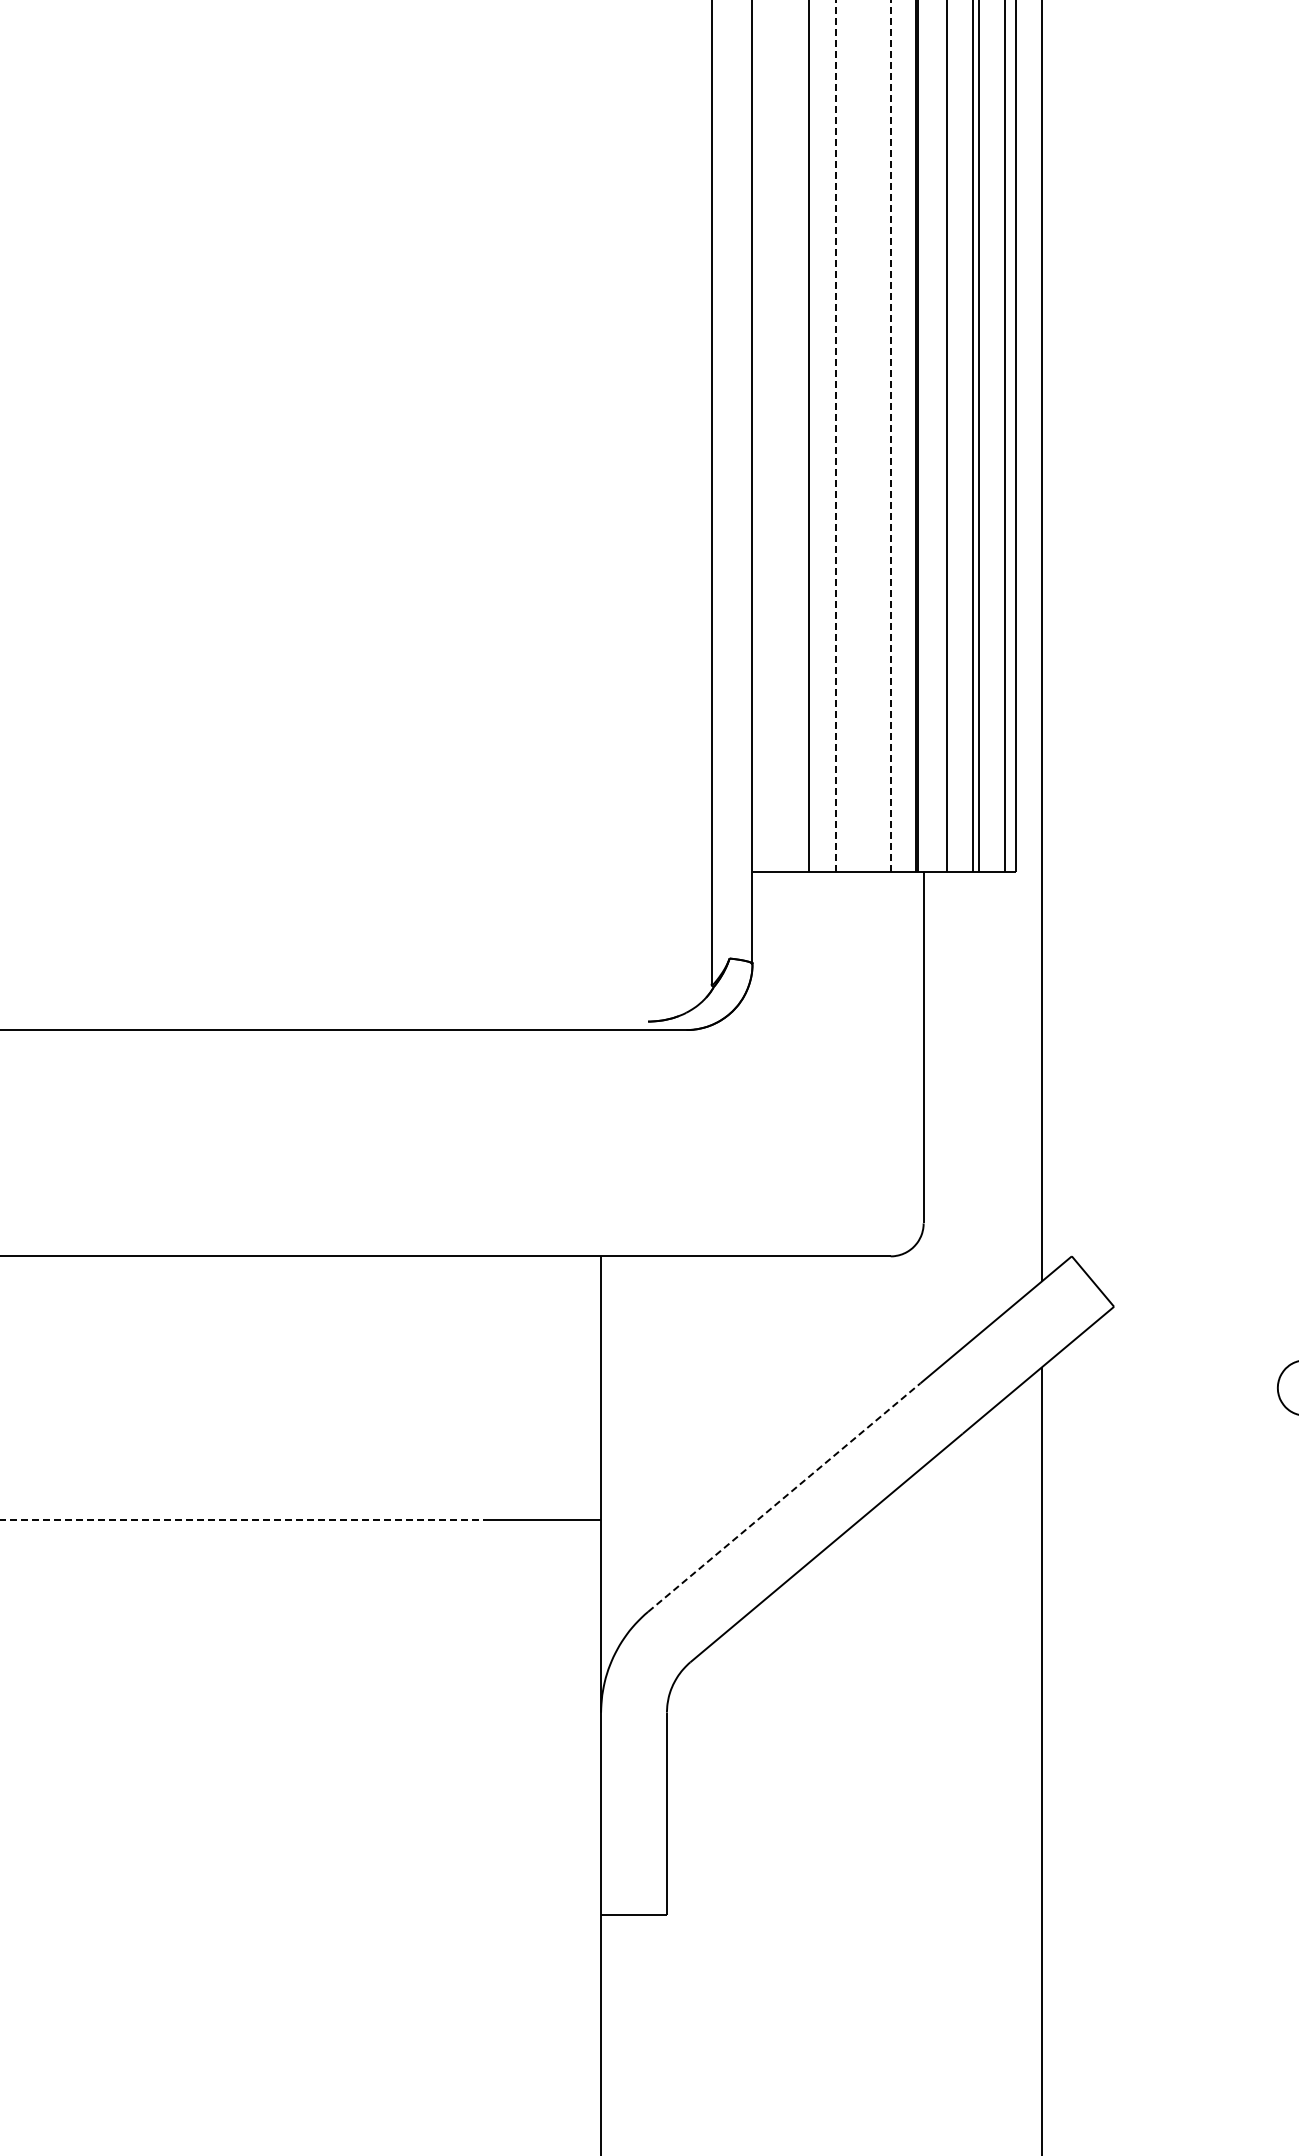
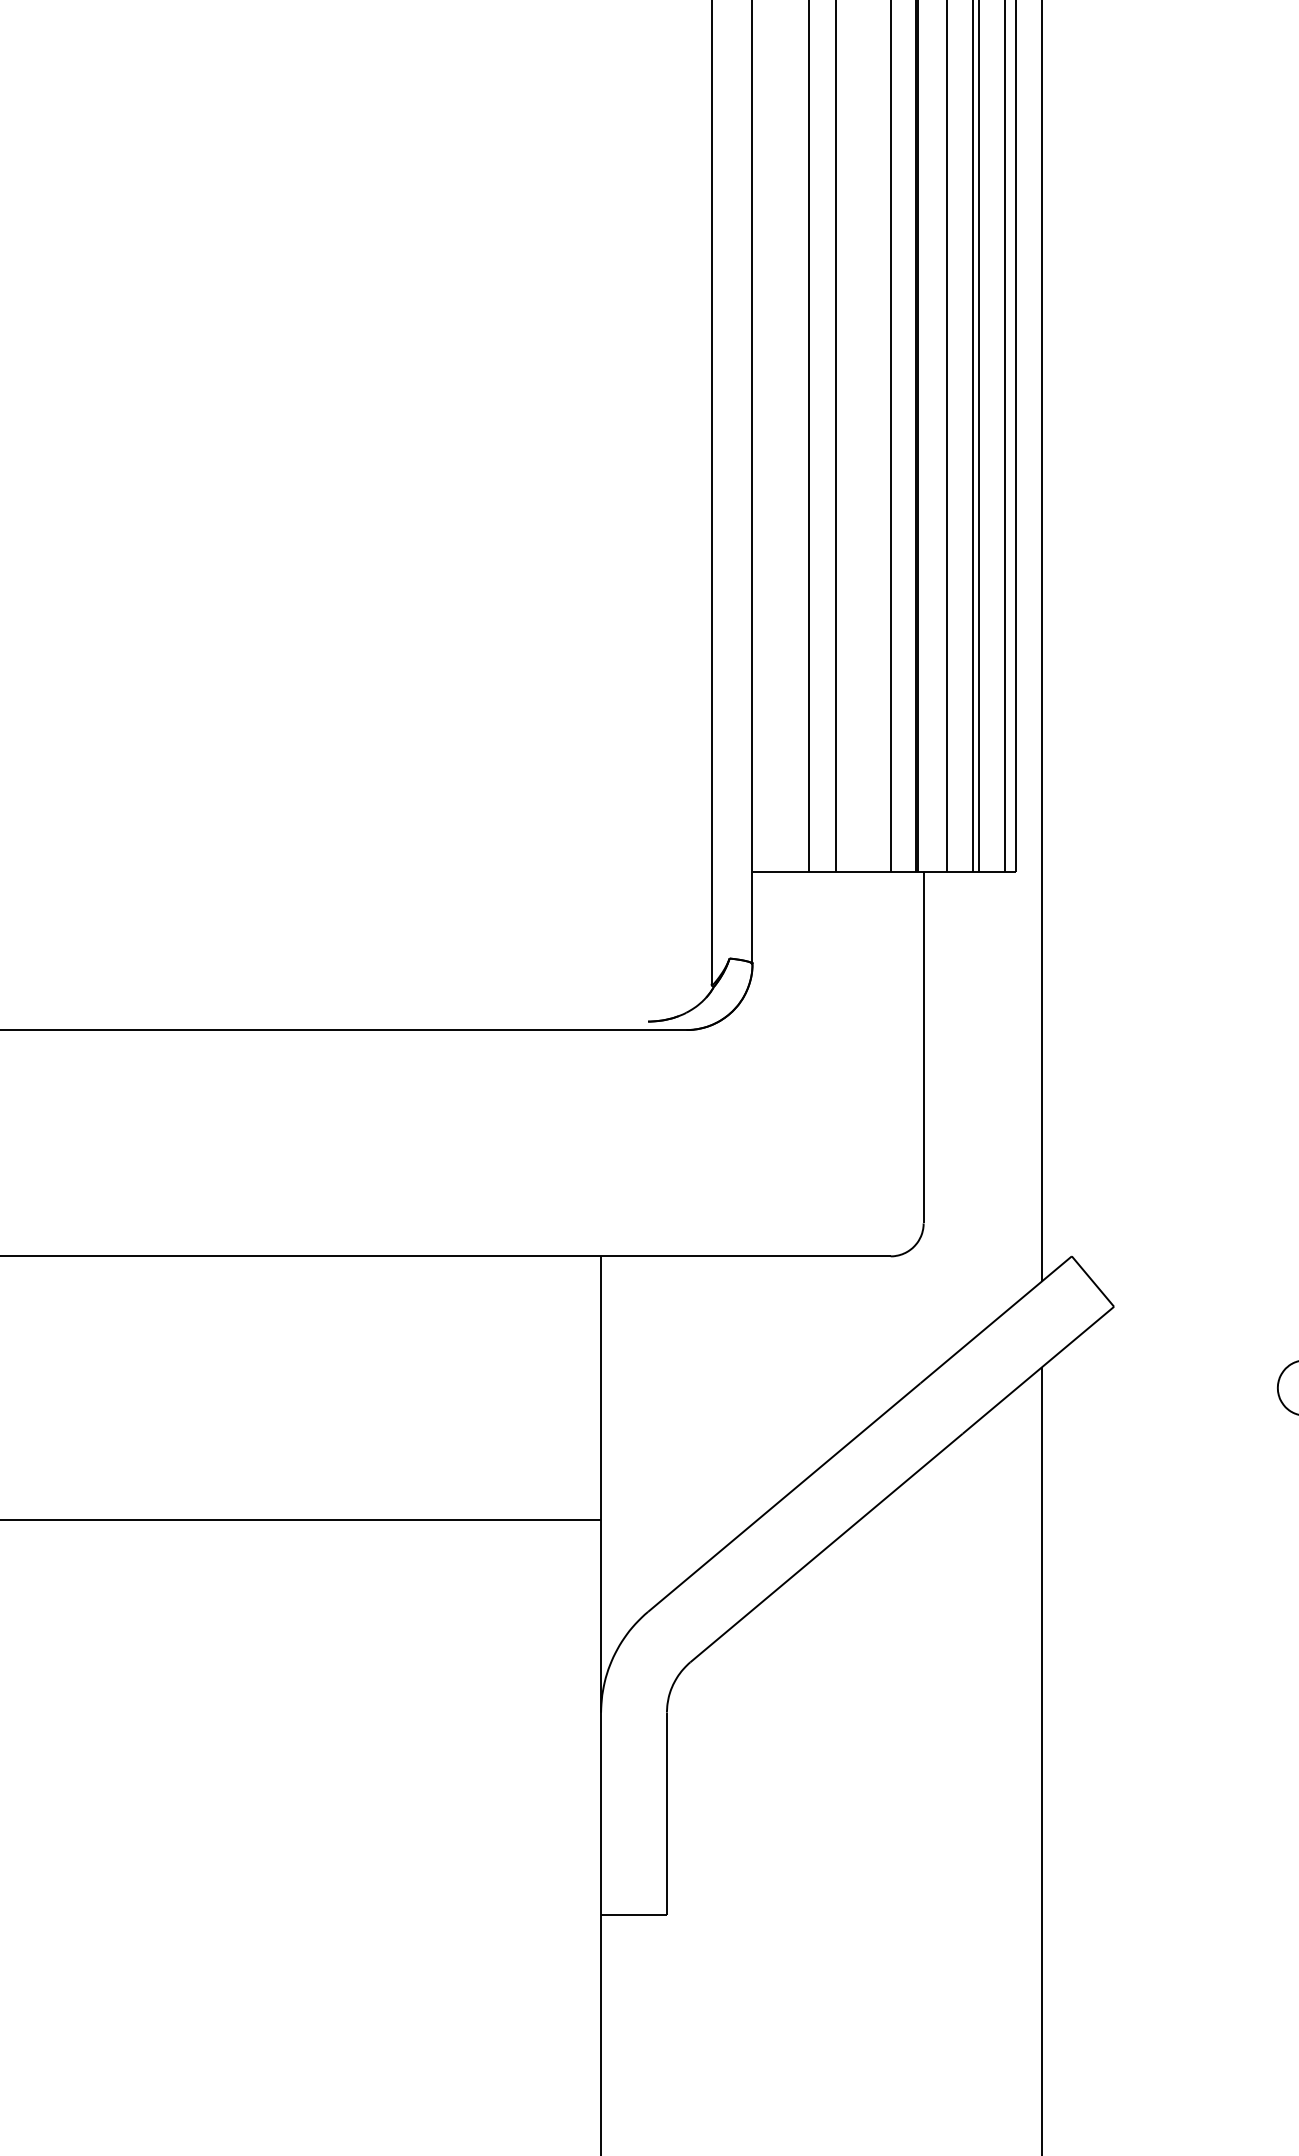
line at (835, 436): dashed -> solid
line at (891, 436): dashed -> solid
line at (784, 1497): dashed -> solid
line at (245, 1519): dashed -> solid
